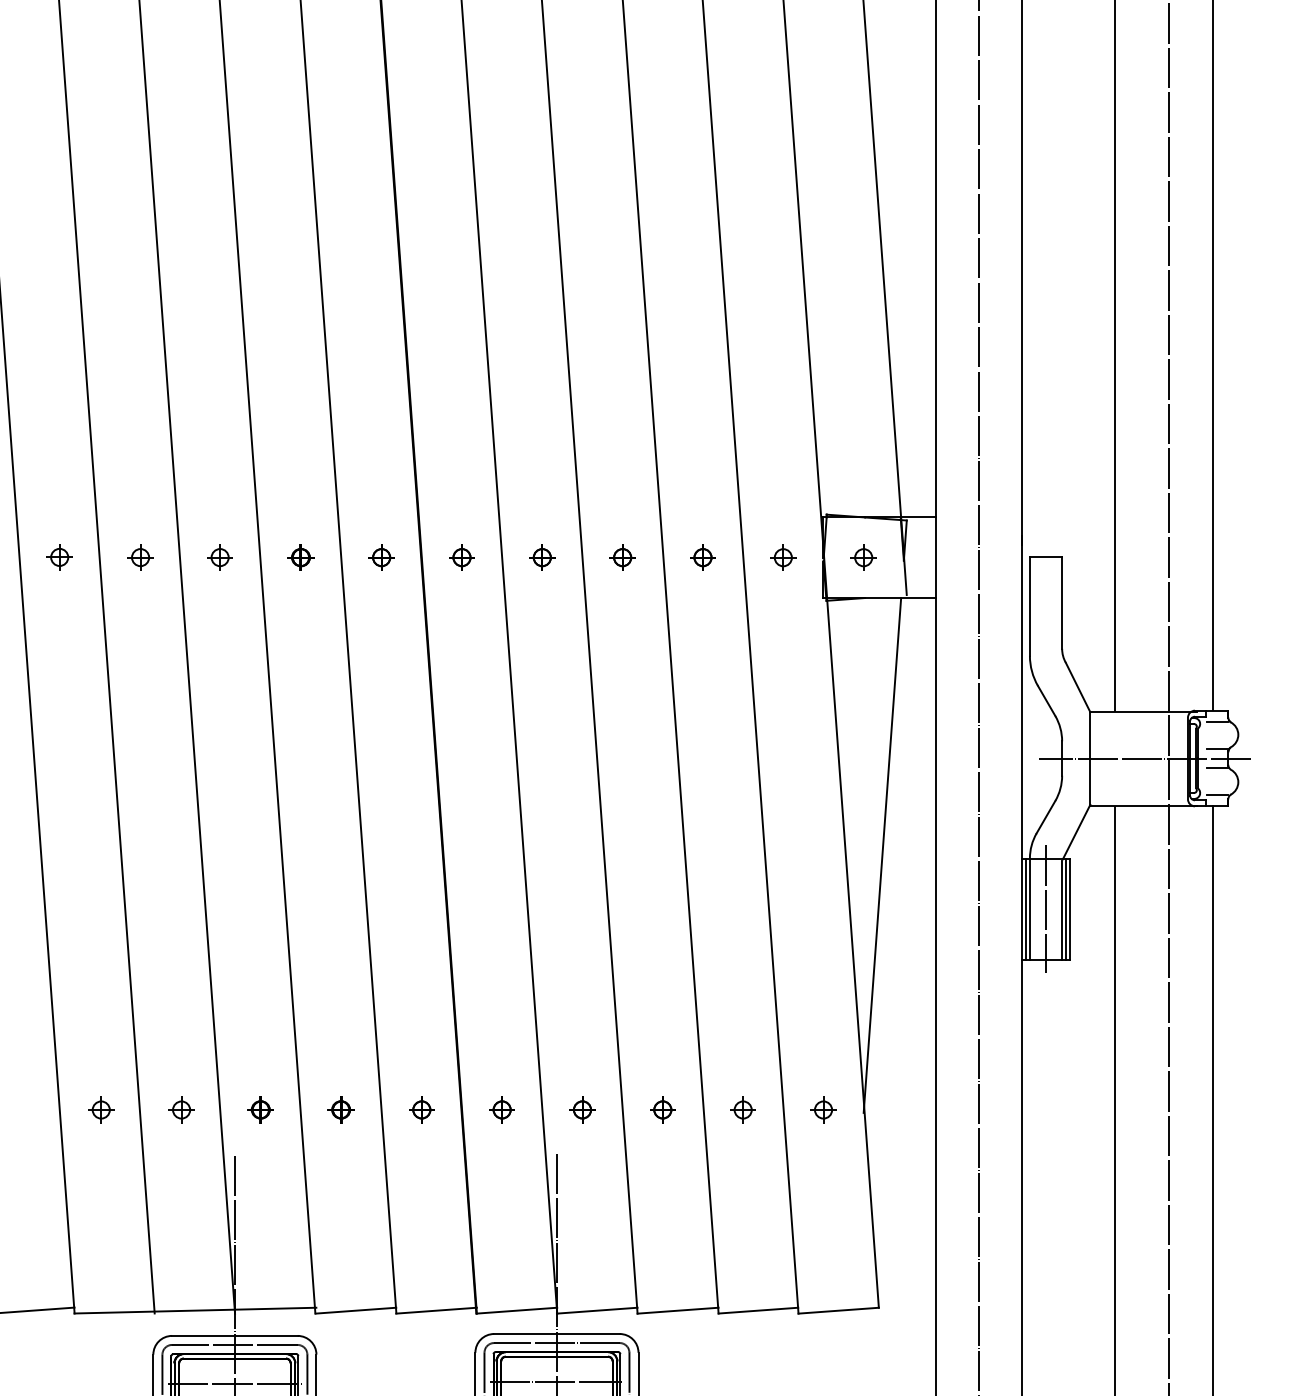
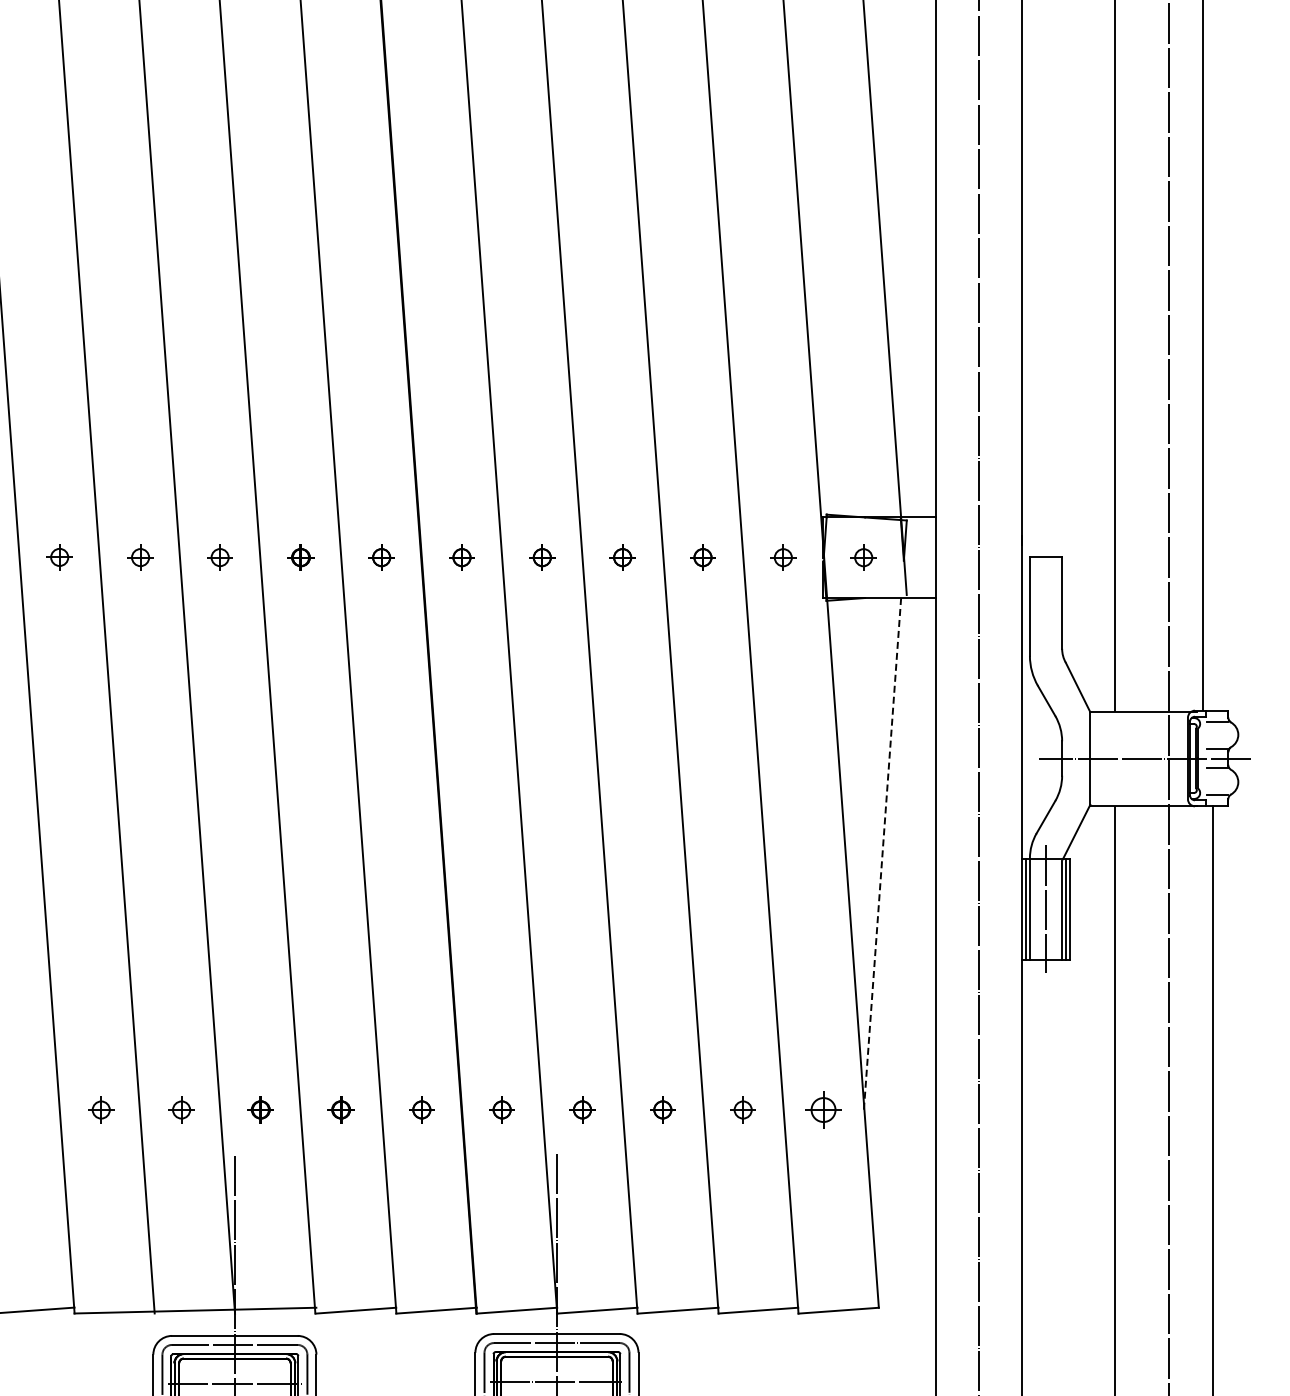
line at (1212, 356) position: (1212, 356) -> (1202, 356)
line at (882, 855): solid -> dashed
part at (823, 1109) size: 27x28 px -> 37x38 px
